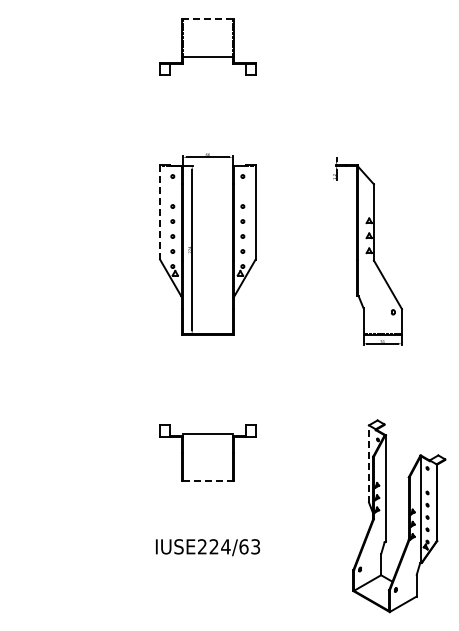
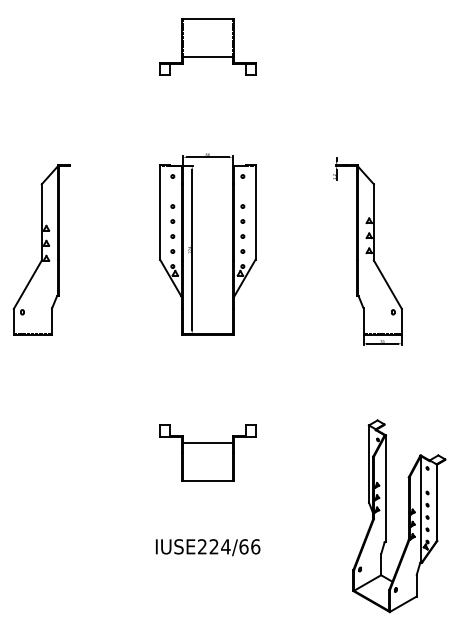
line at (207, 18): dashed -> solid
line at (160, 211): dashed -> solid
part at (41, 249): none -> present
line at (207, 433) position: (207, 433) -> (207, 442)
line at (368, 463): dashed -> solid
line at (207, 481): dashed -> solid
text at (255, 546): IUSE224/63 -> IUSE224/66
